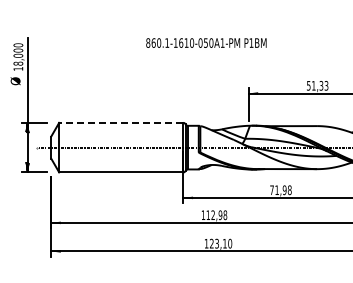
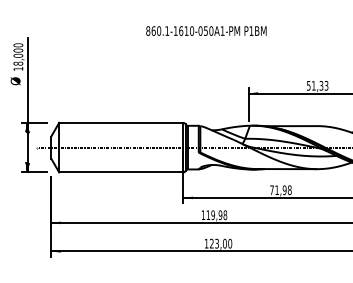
text at (206, 42) position: (206, 42) -> (206, 30)
line at (120, 122): dashed -> solid
text at (213, 215): 112,98 -> 119,98
text at (224, 243): 123,10 -> 123,00
